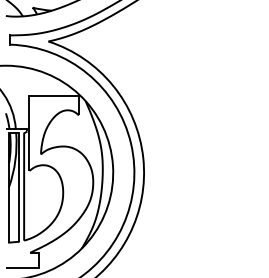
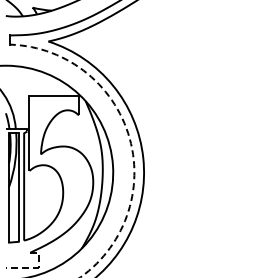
arc at (128, 136): solid -> dashed
line at (35, 267): solid -> dashed
